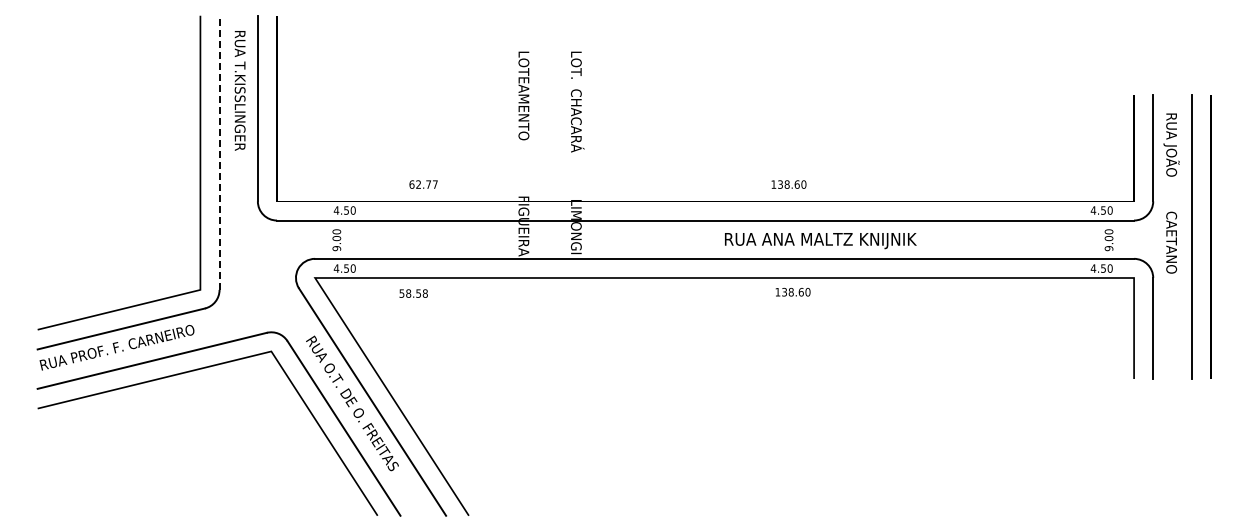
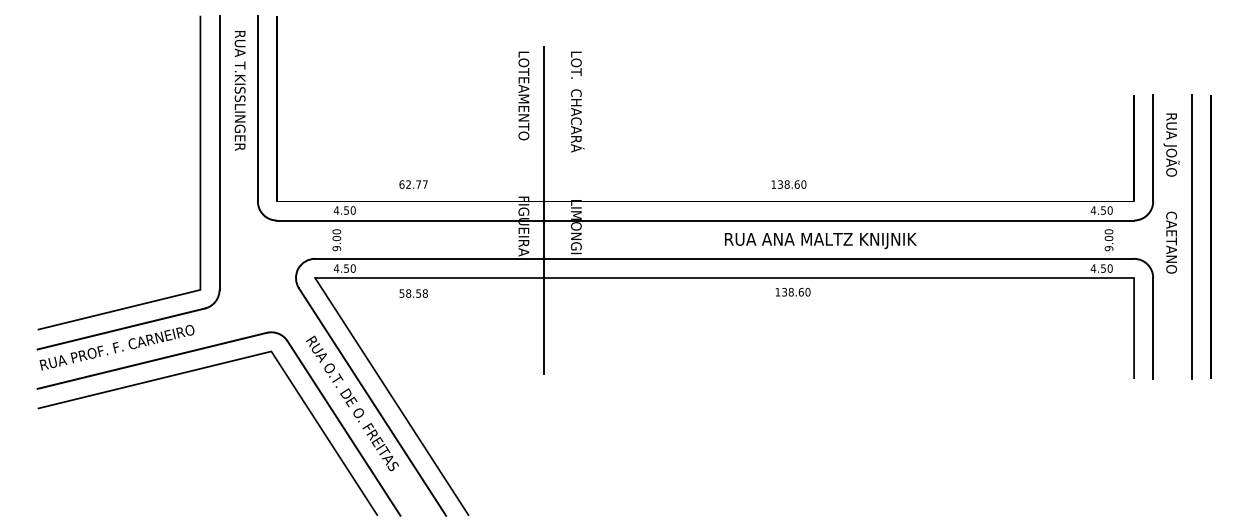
line at (219, 152): dashed -> solid
text at (423, 184) position: (423, 184) -> (413, 184)
line at (544, 210): none -> present
